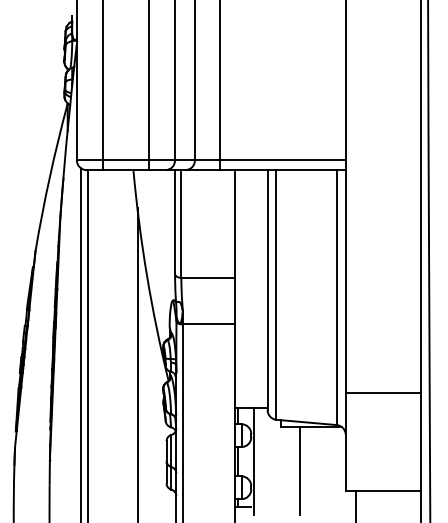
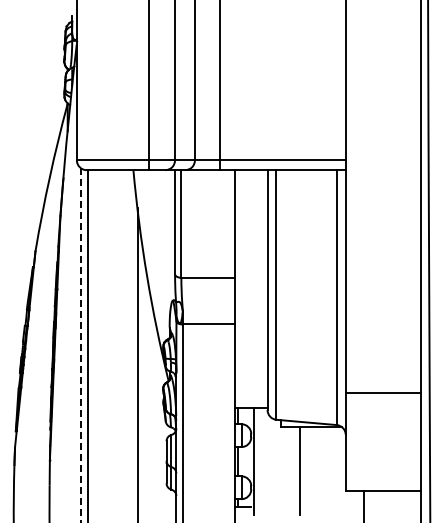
line at (102, 86): present -> none
line at (81, 346): solid -> dashed
line at (355, 505) position: (355, 505) -> (363, 505)
